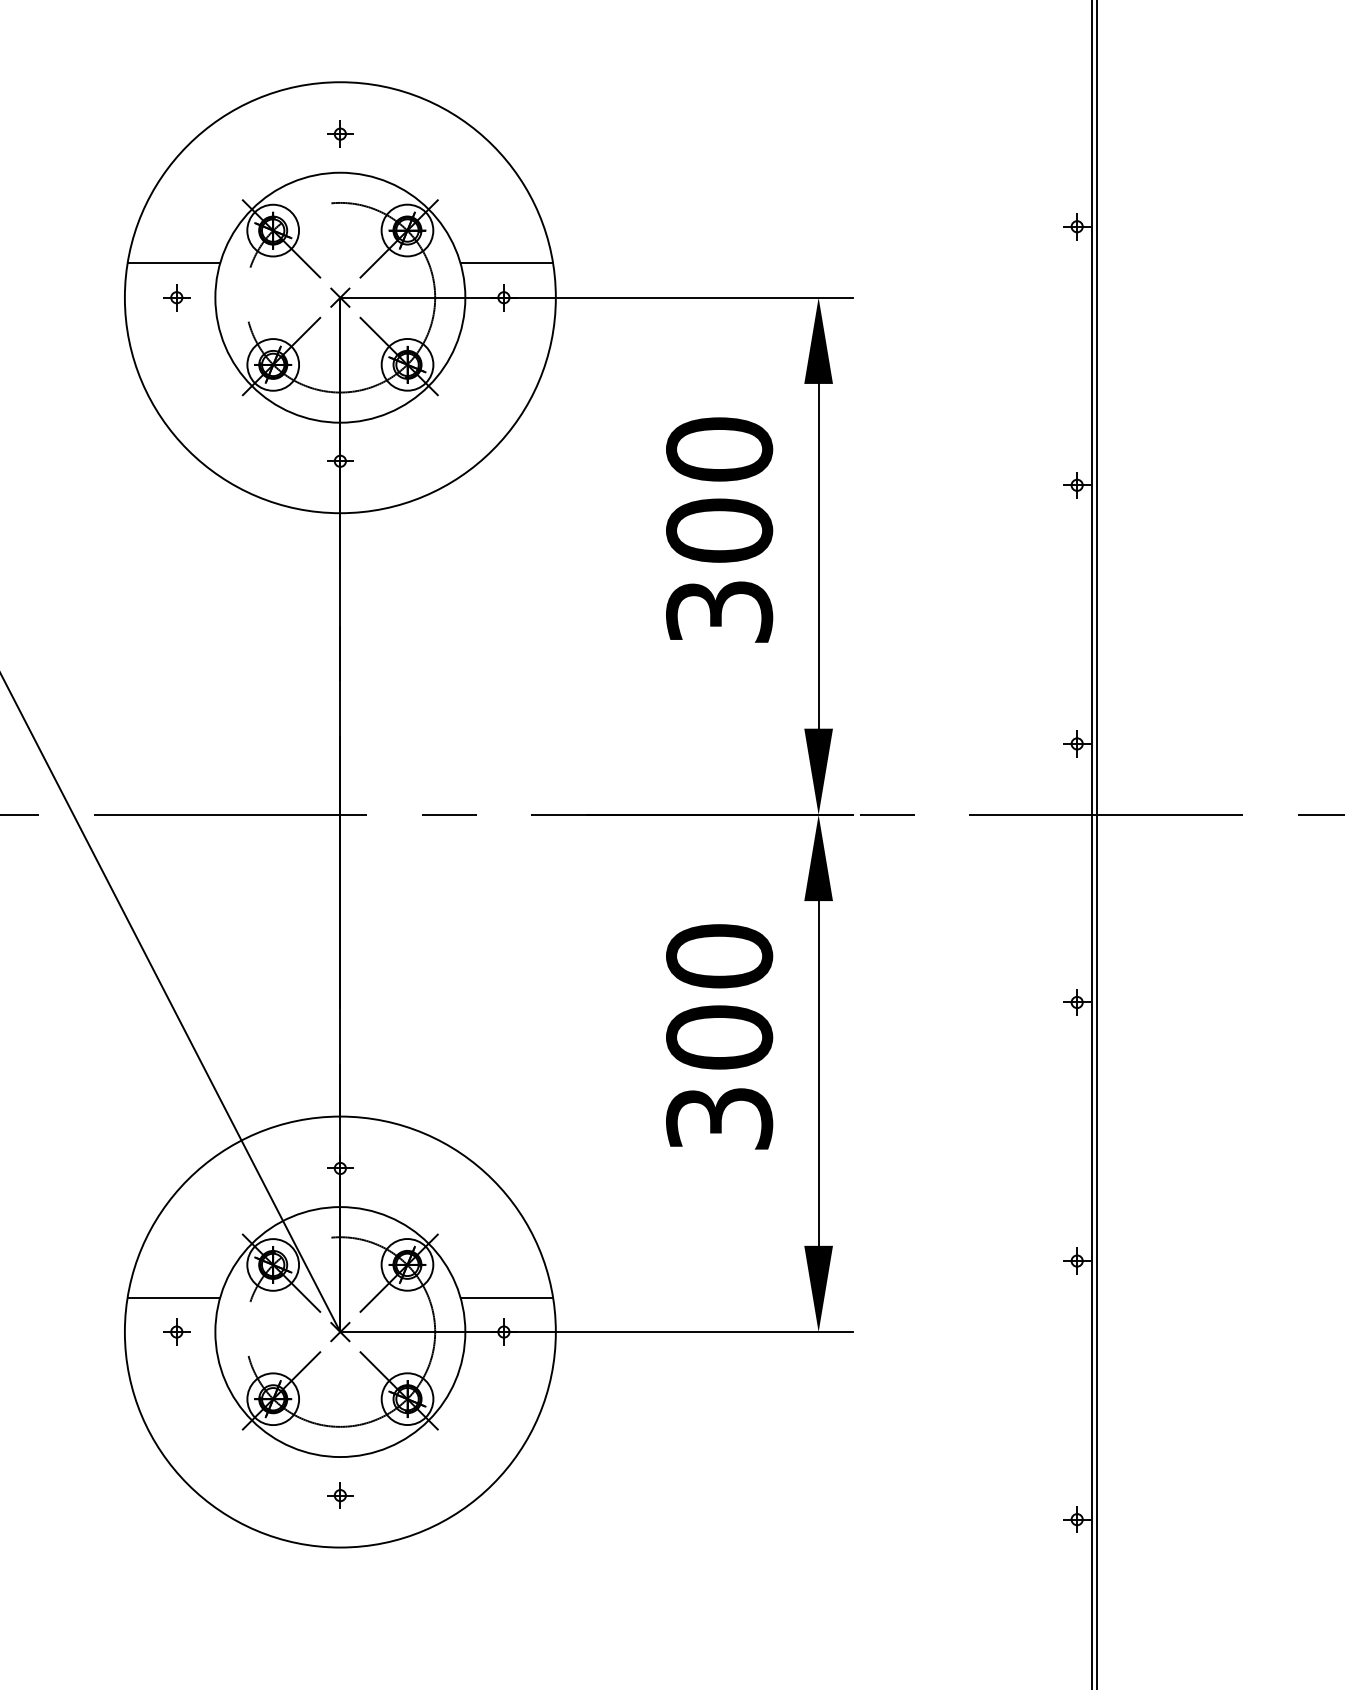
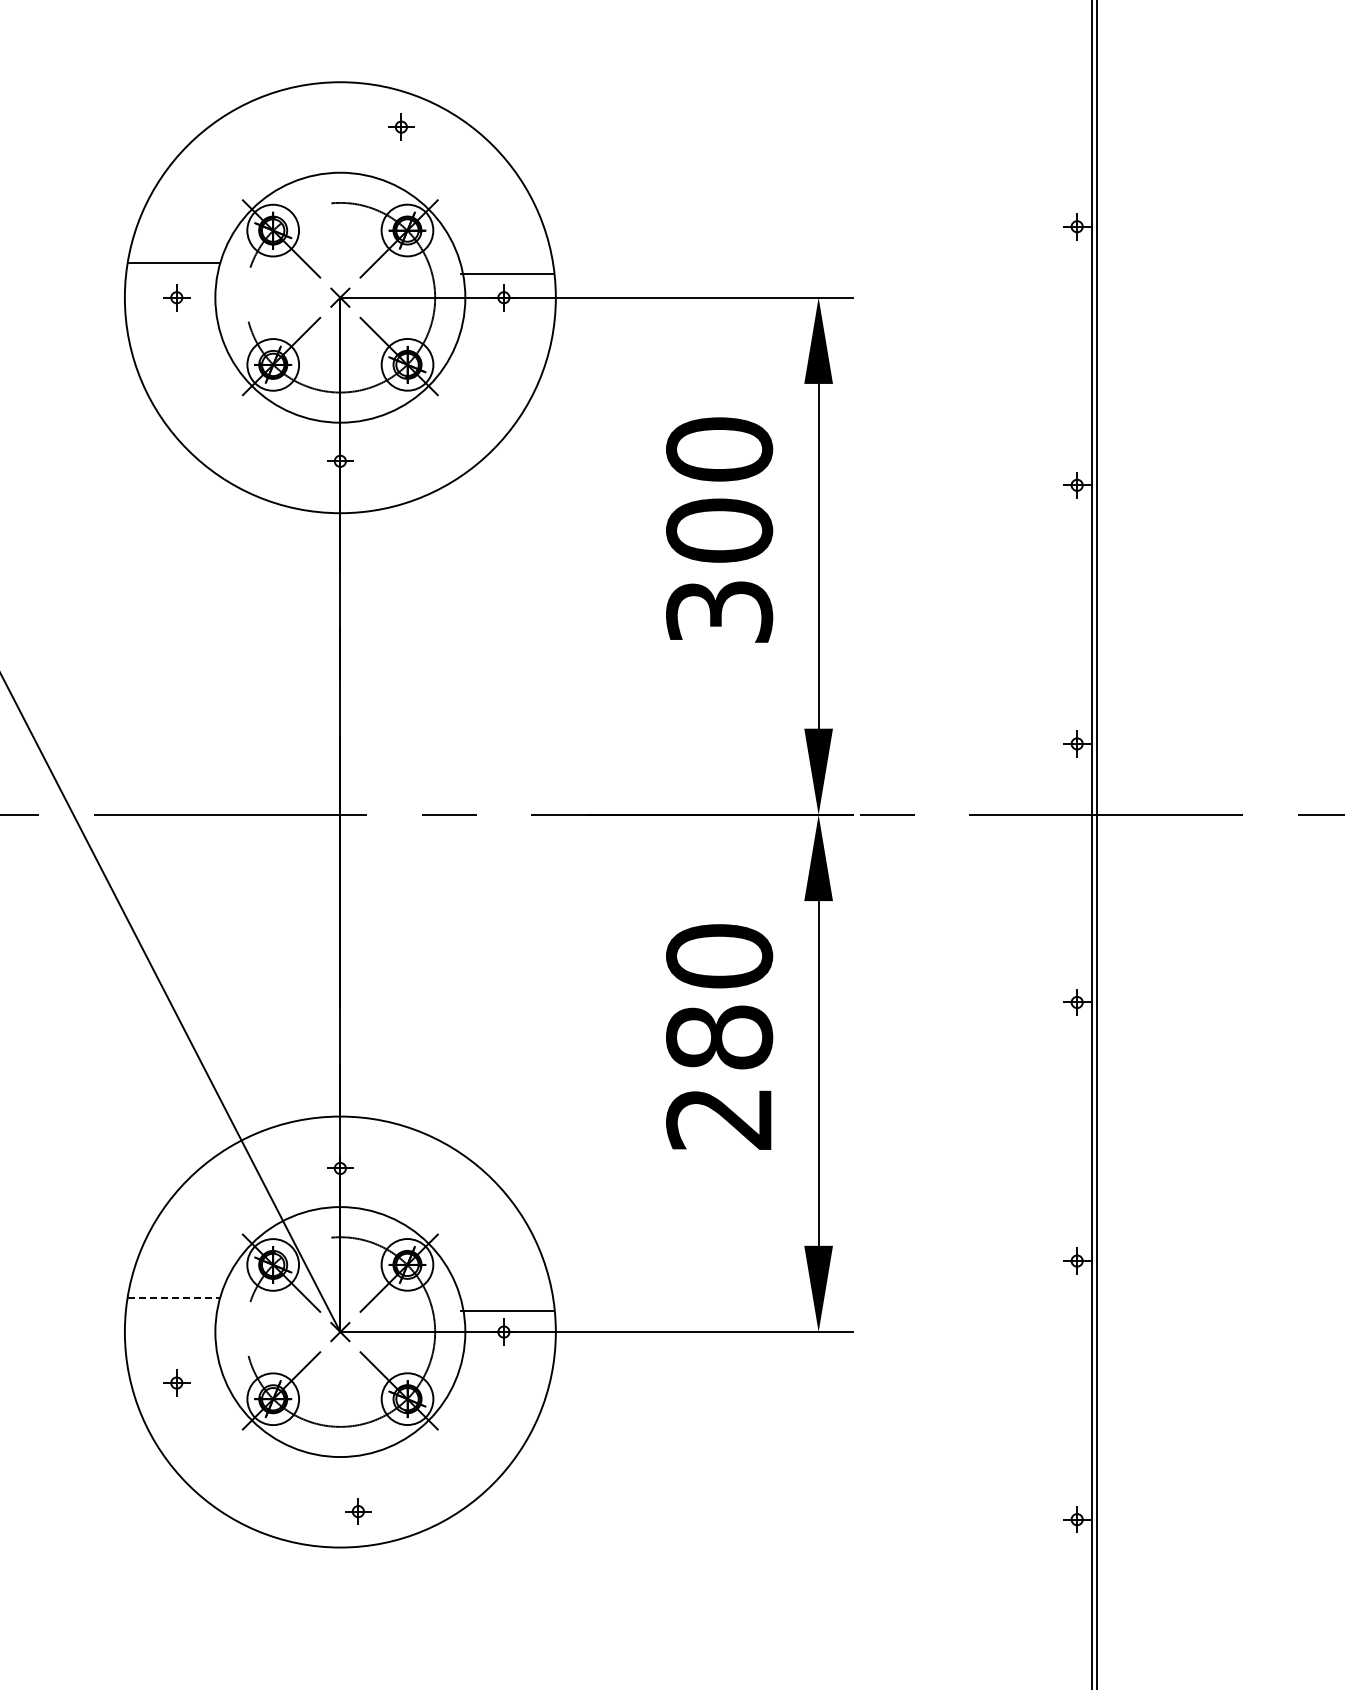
part at (340, 133) position: (340, 133) -> (401, 126)
line at (506, 263) position: (506, 263) -> (506, 274)
text at (719, 1077): 300 -> 280
line at (174, 1297): solid -> dashed
line at (506, 1297) position: (506, 1297) -> (506, 1310)
part at (176, 1331) position: (176, 1331) -> (176, 1382)
part at (340, 1495) position: (340, 1495) -> (358, 1511)
